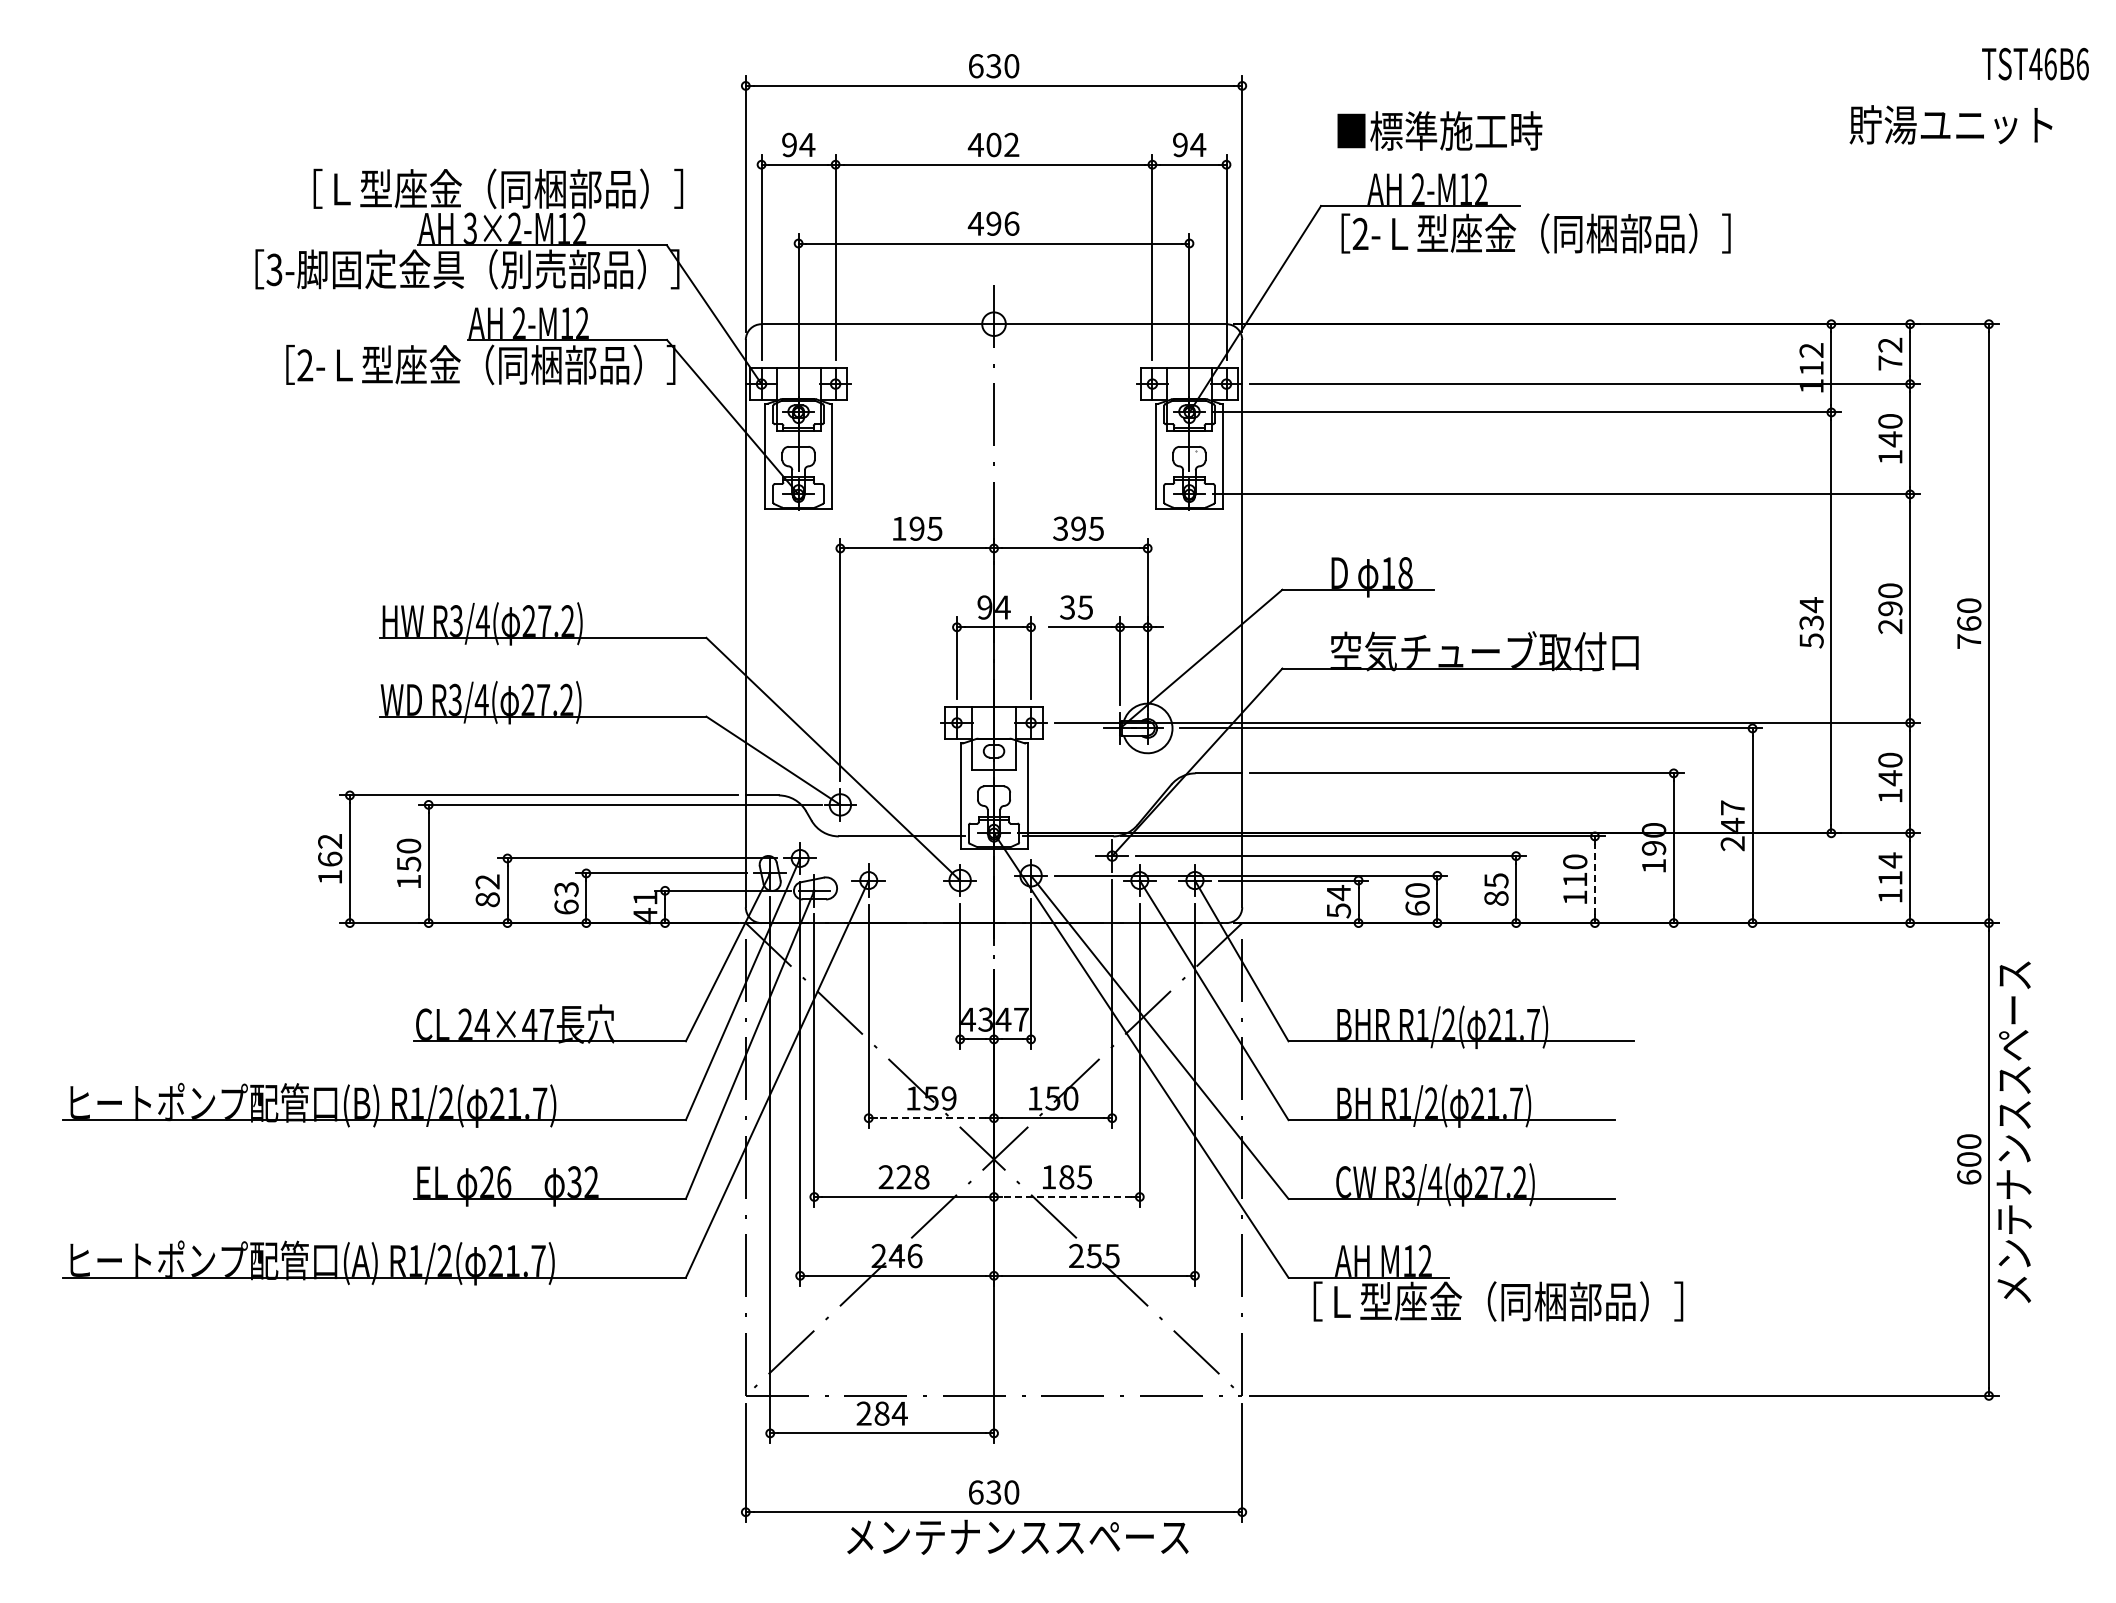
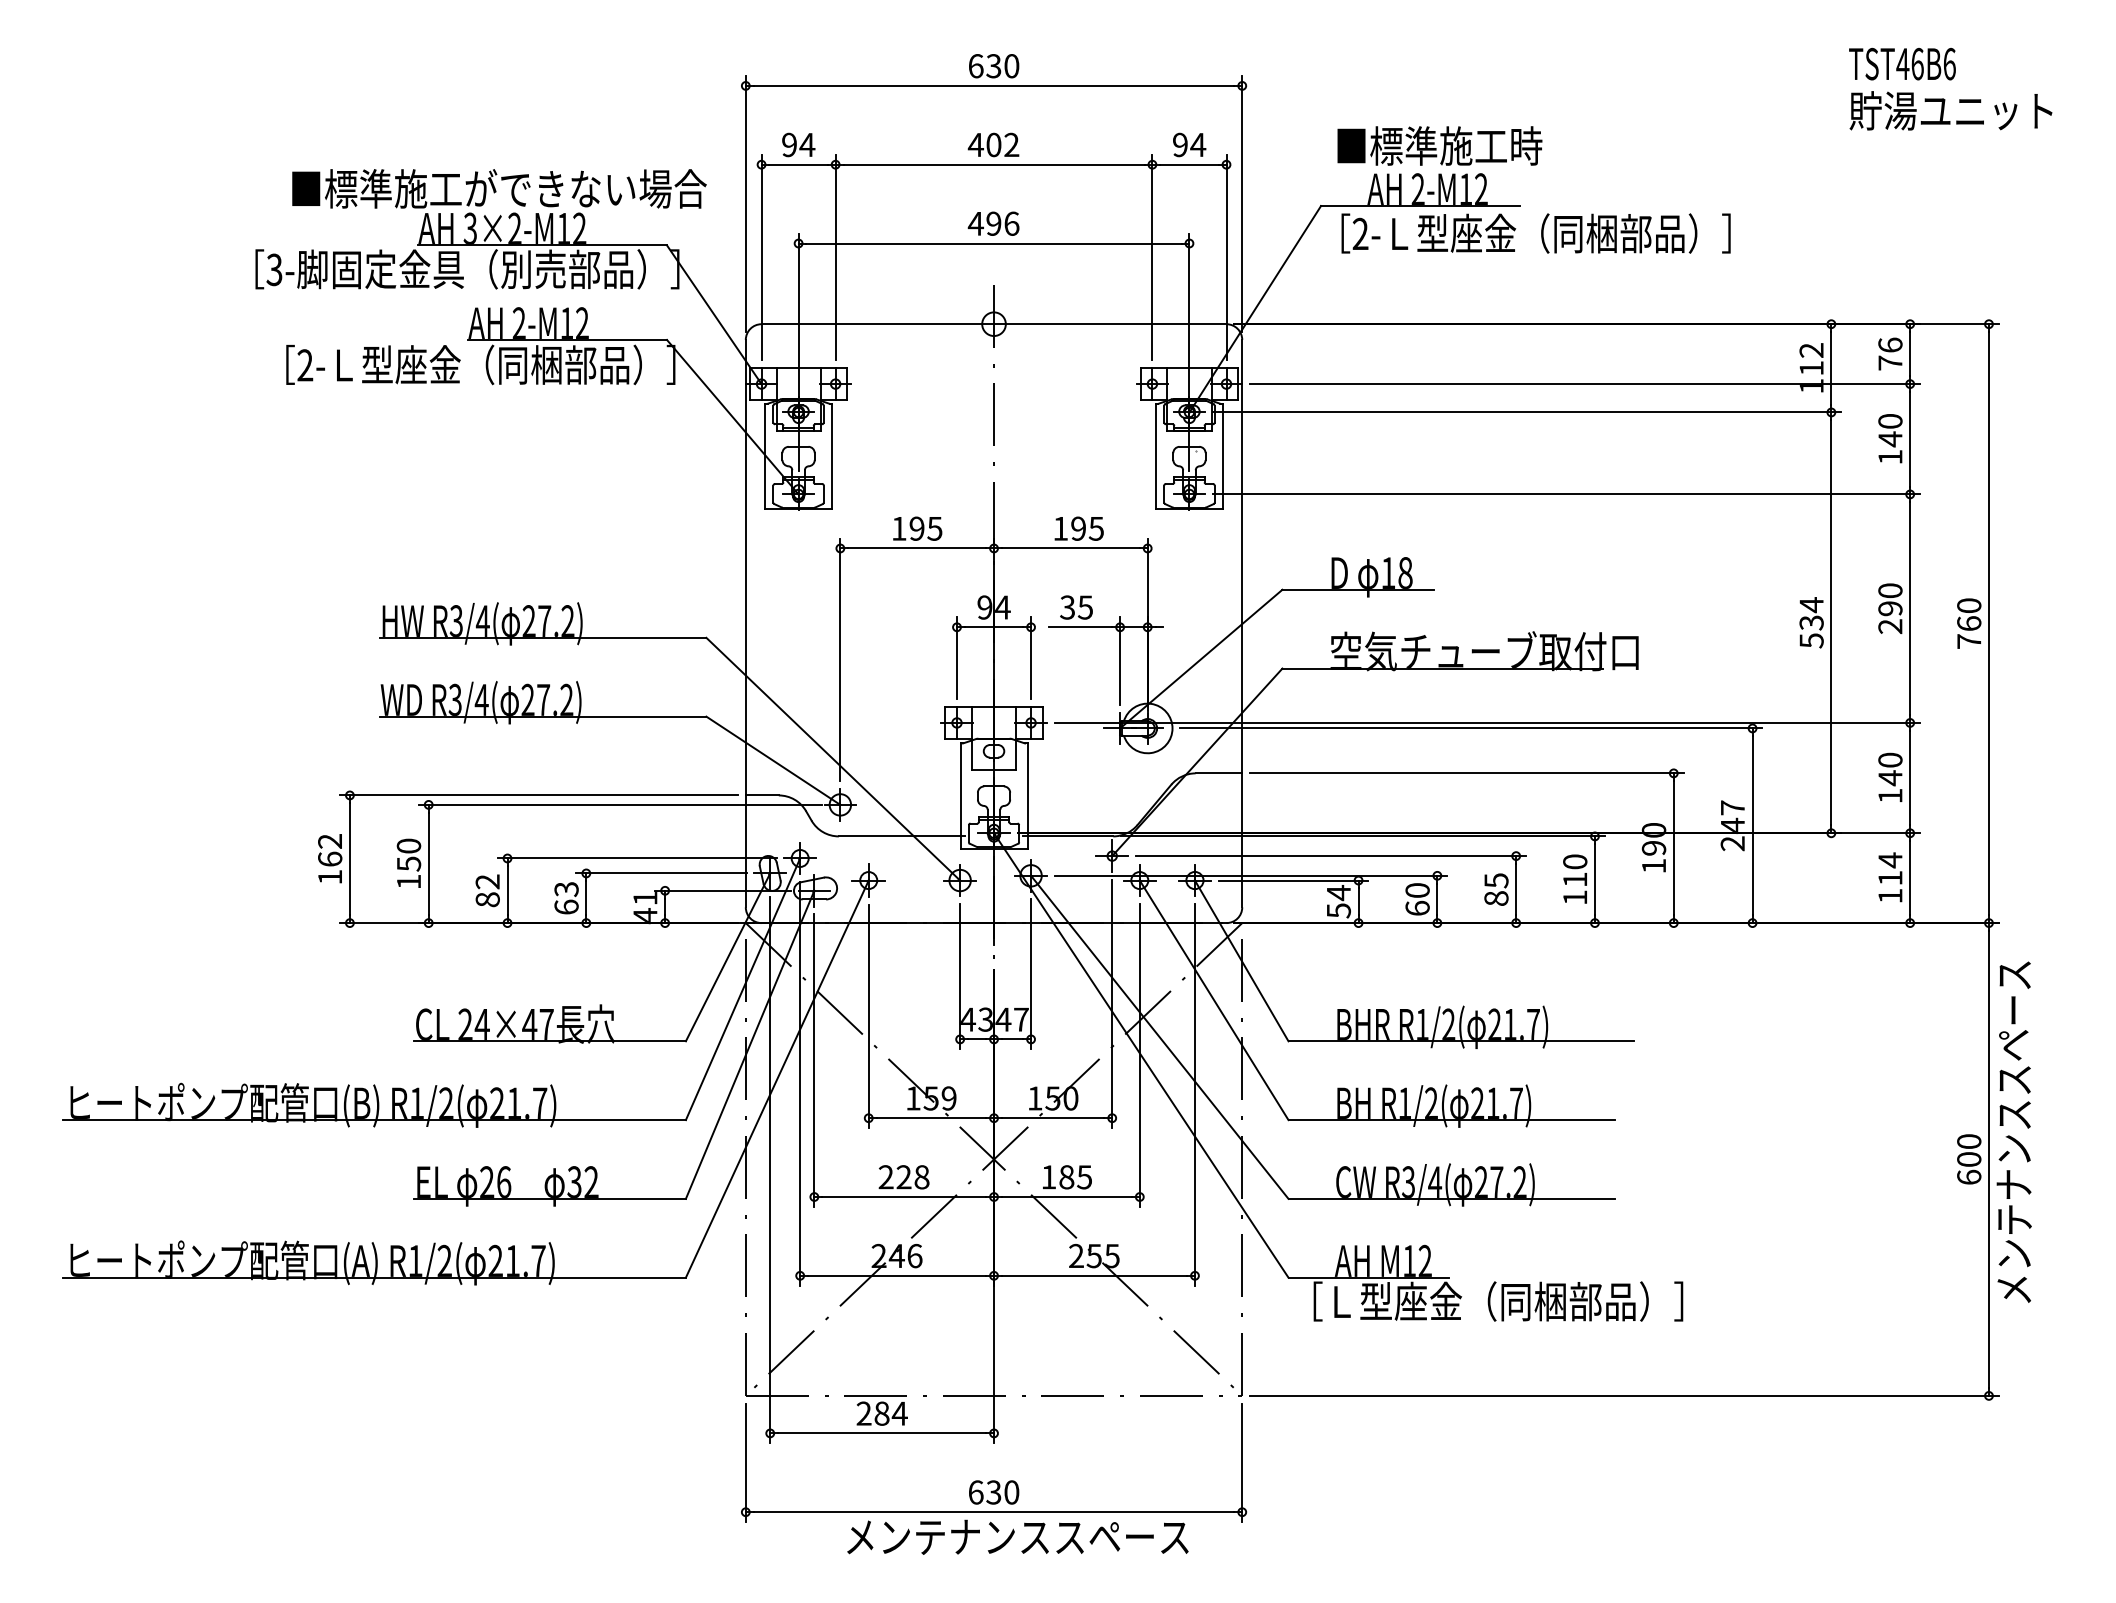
text at (2035, 63) position: (2035, 63) -> (1902, 63)
text at (1950, 124) position: (1950, 124) -> (1950, 110)
text at (1439, 130) position: (1439, 130) -> (1439, 145)
text at (499, 188): ［Ｌ型座金（同梱部品）］ -> ■標準施工ができない場合
text at (1890, 344): 72 -> 76
text at (1060, 528): 395 -> 195
line at (1594, 879): dashed -> solid
line at (931, 1118): dashed -> solid
line at (1066, 1197): dashed -> solid
